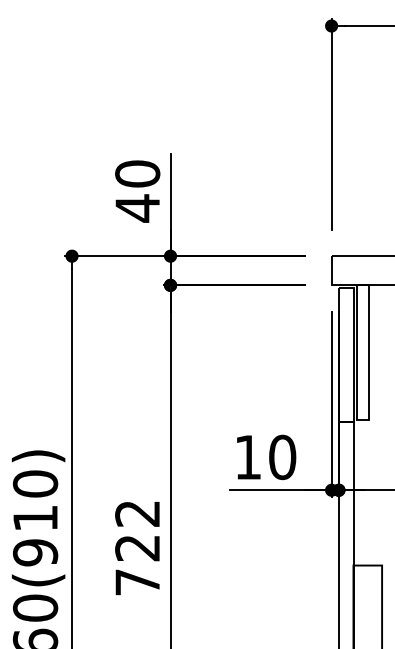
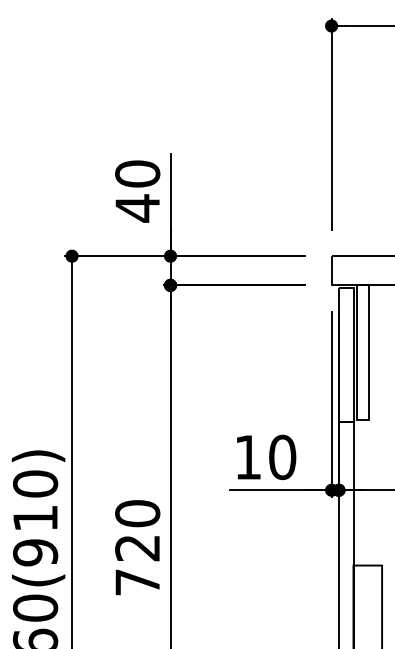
text at (137, 513): 722 -> 720
